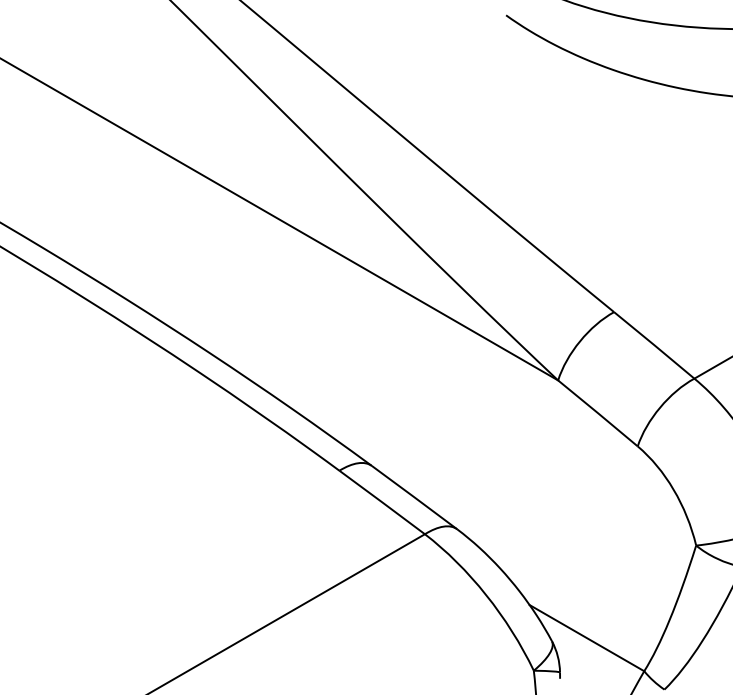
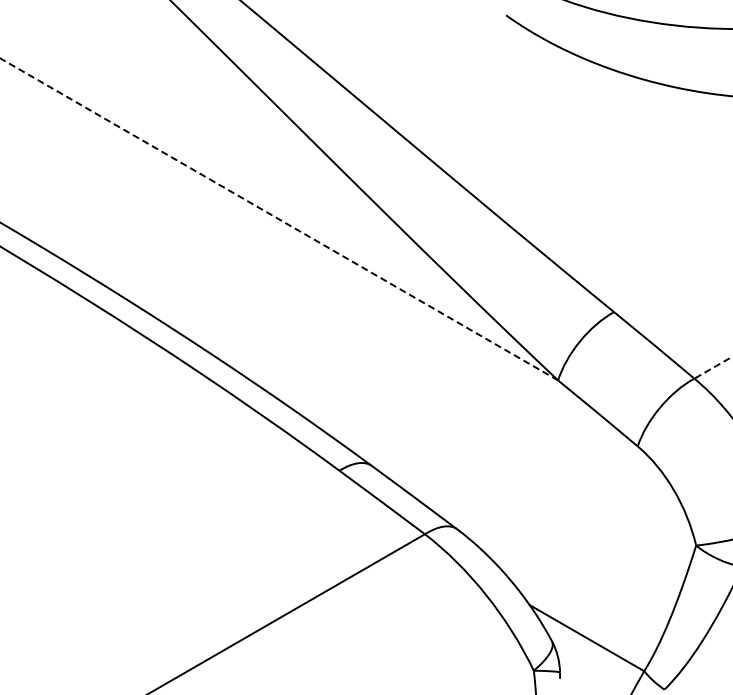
line at (279, 219): solid -> dashed
line at (713, 367): solid -> dashed
